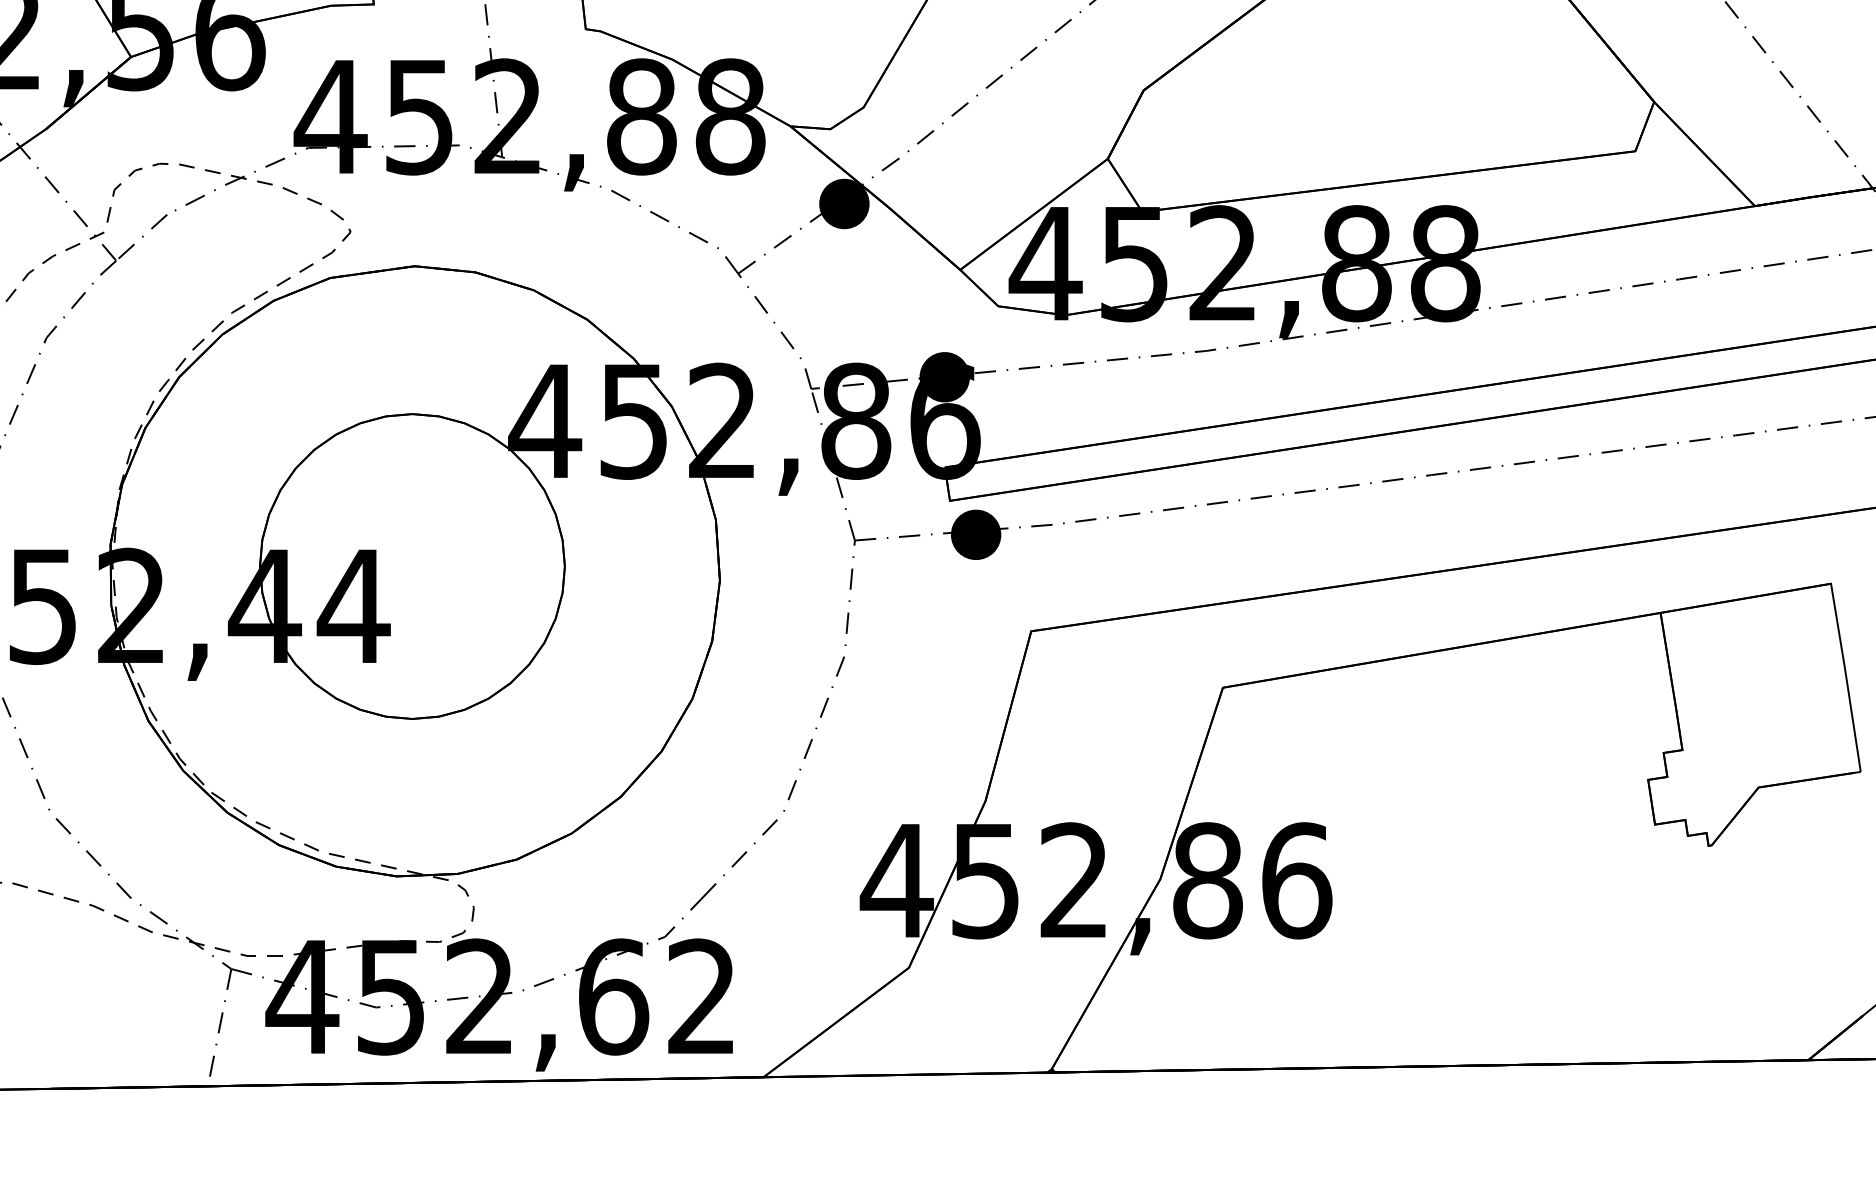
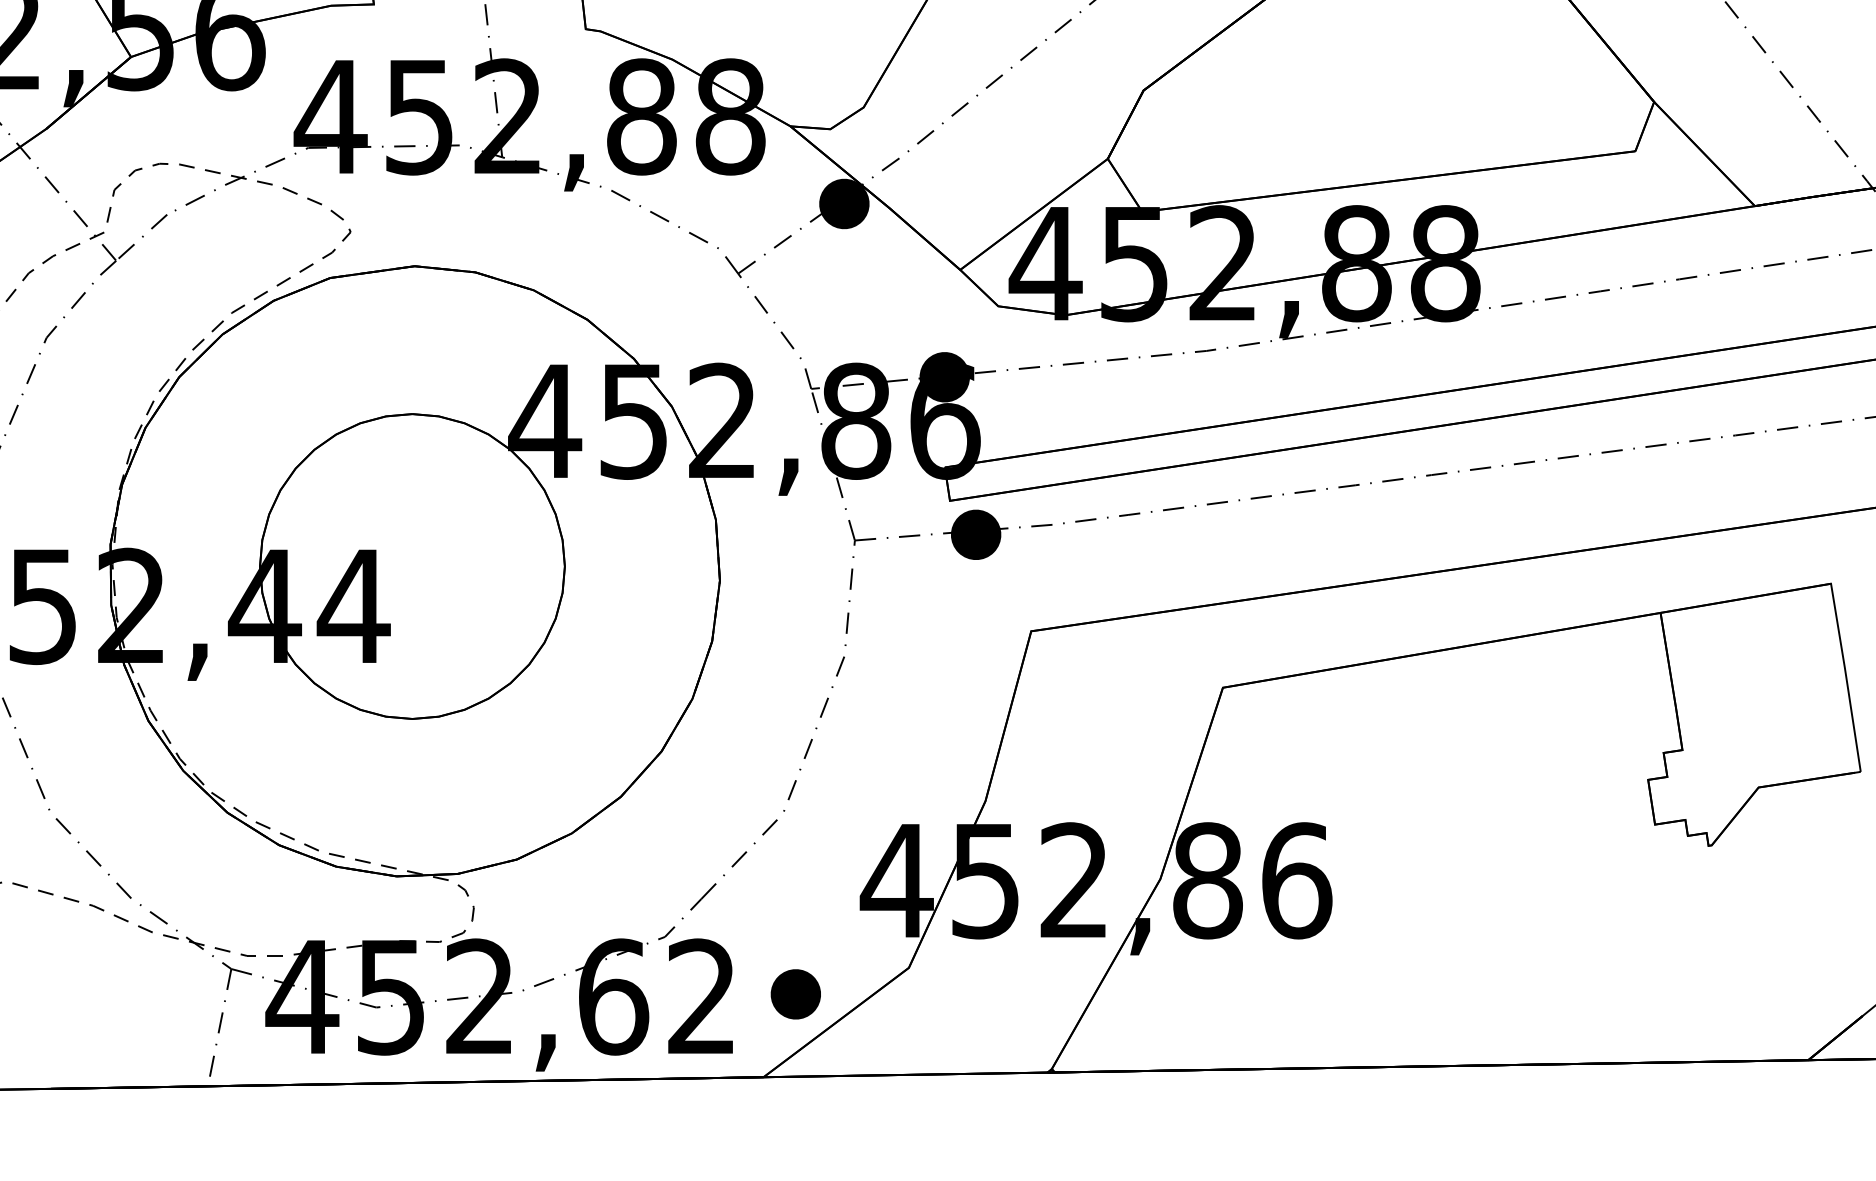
part at (795, 994): none -> present
